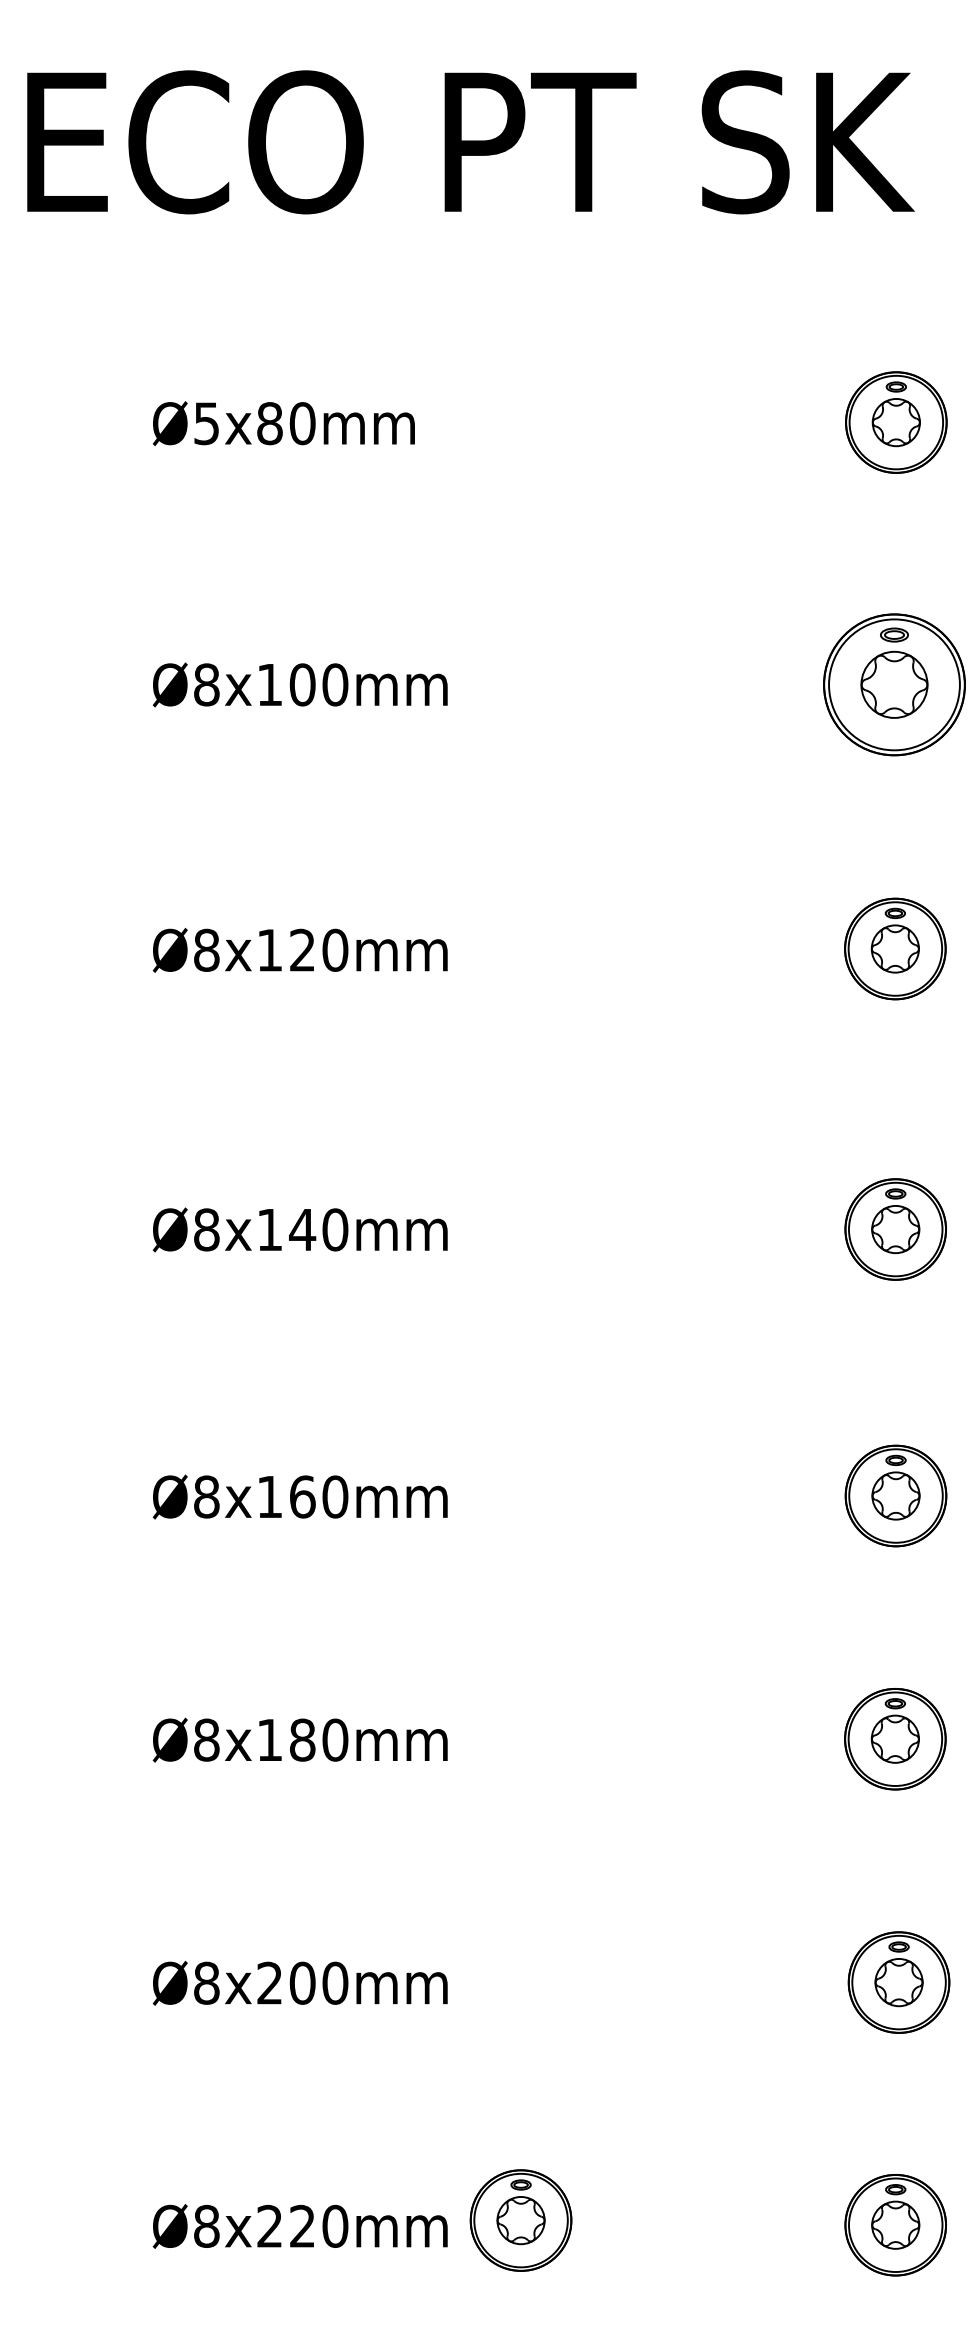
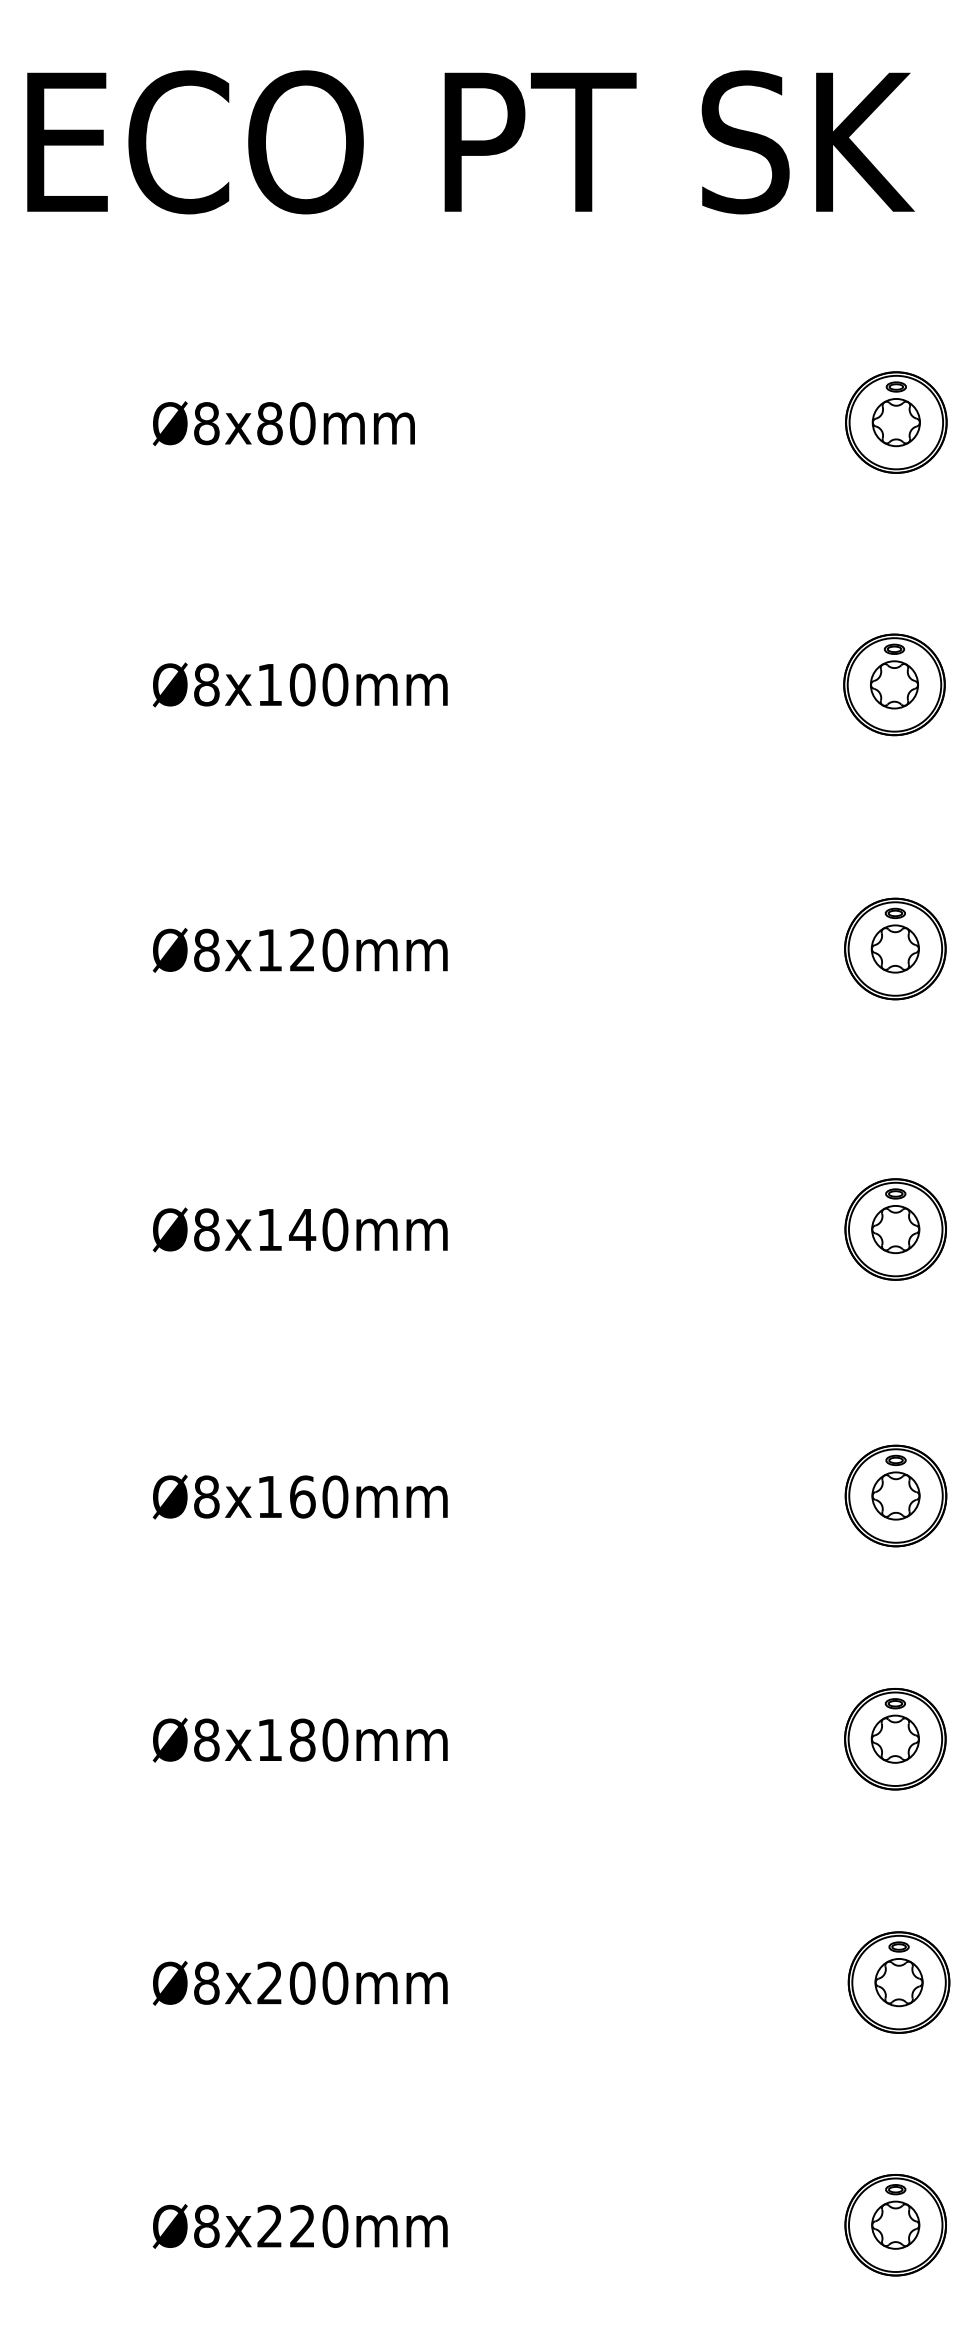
text at (206, 423): Ø5x80mm -> Ø8x80mm
part at (894, 684) size: 143x144 px -> 103x104 px
part at (520, 2220): present -> none
